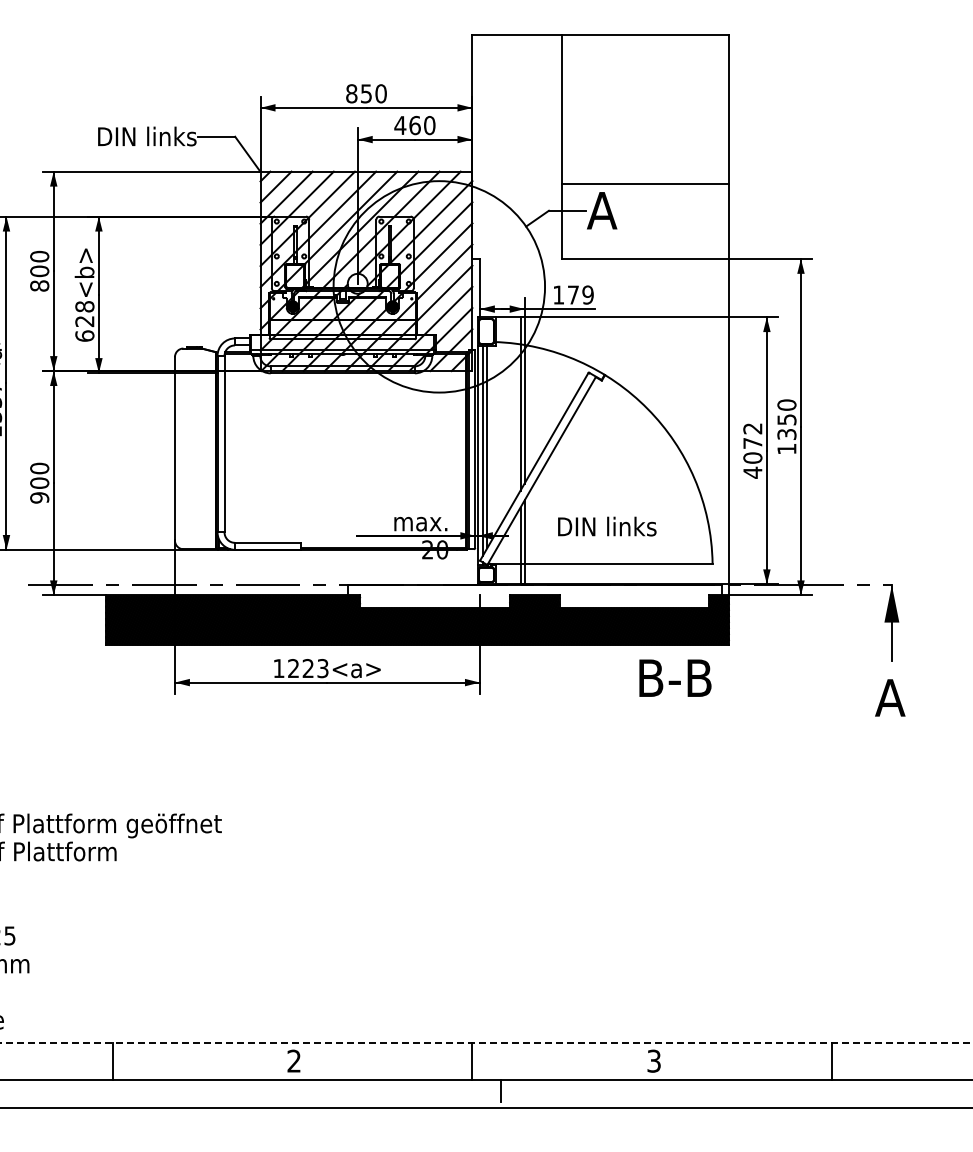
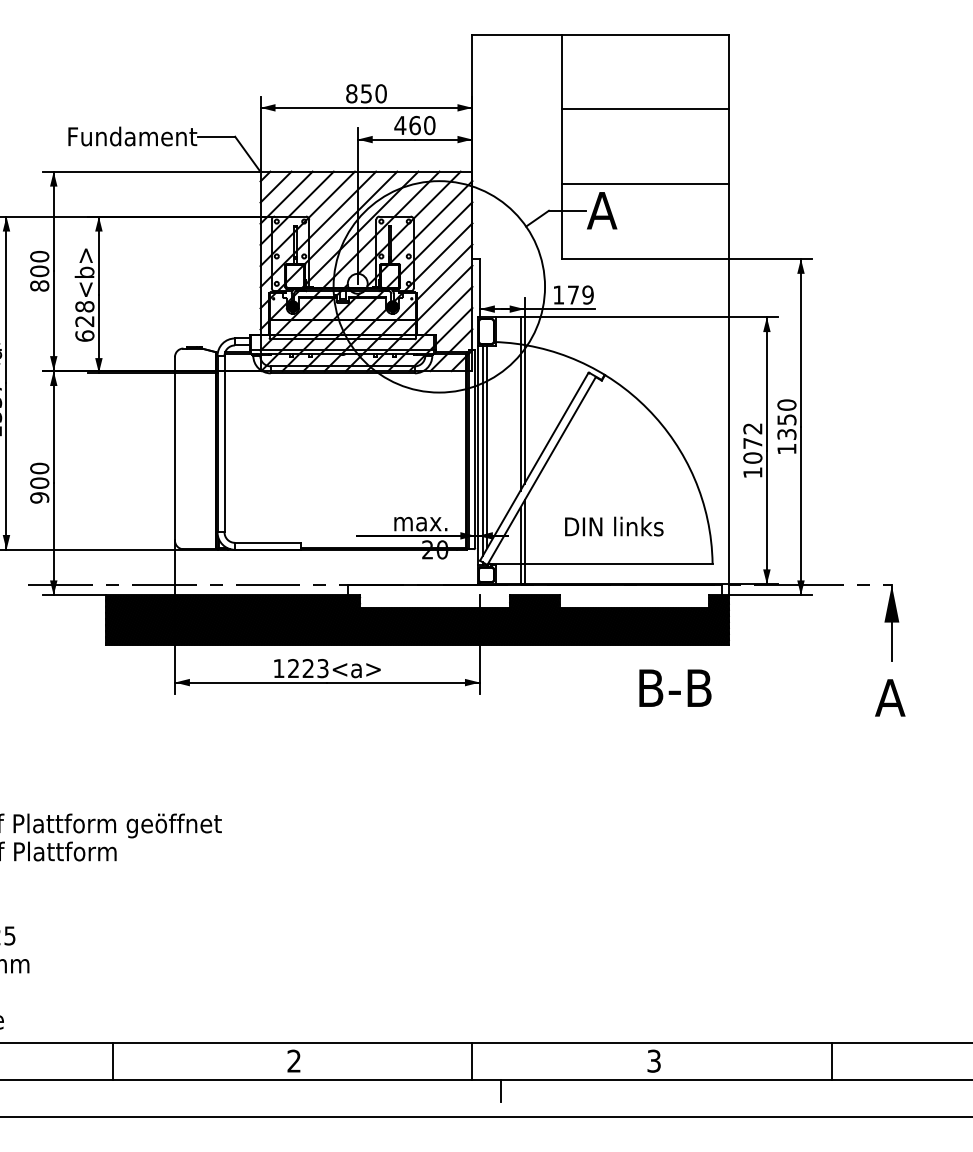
line at (645, 109): none -> present
text at (132, 136): DIN links -> Fundament
text at (752, 472): 4072 -> 1072
text at (607, 526) position: (607, 526) -> (614, 526)
text at (675, 677) position: (675, 677) -> (675, 687)
line at (486, 1042): dashed -> solid
line at (485, 1108) position: (485, 1108) -> (485, 1117)
